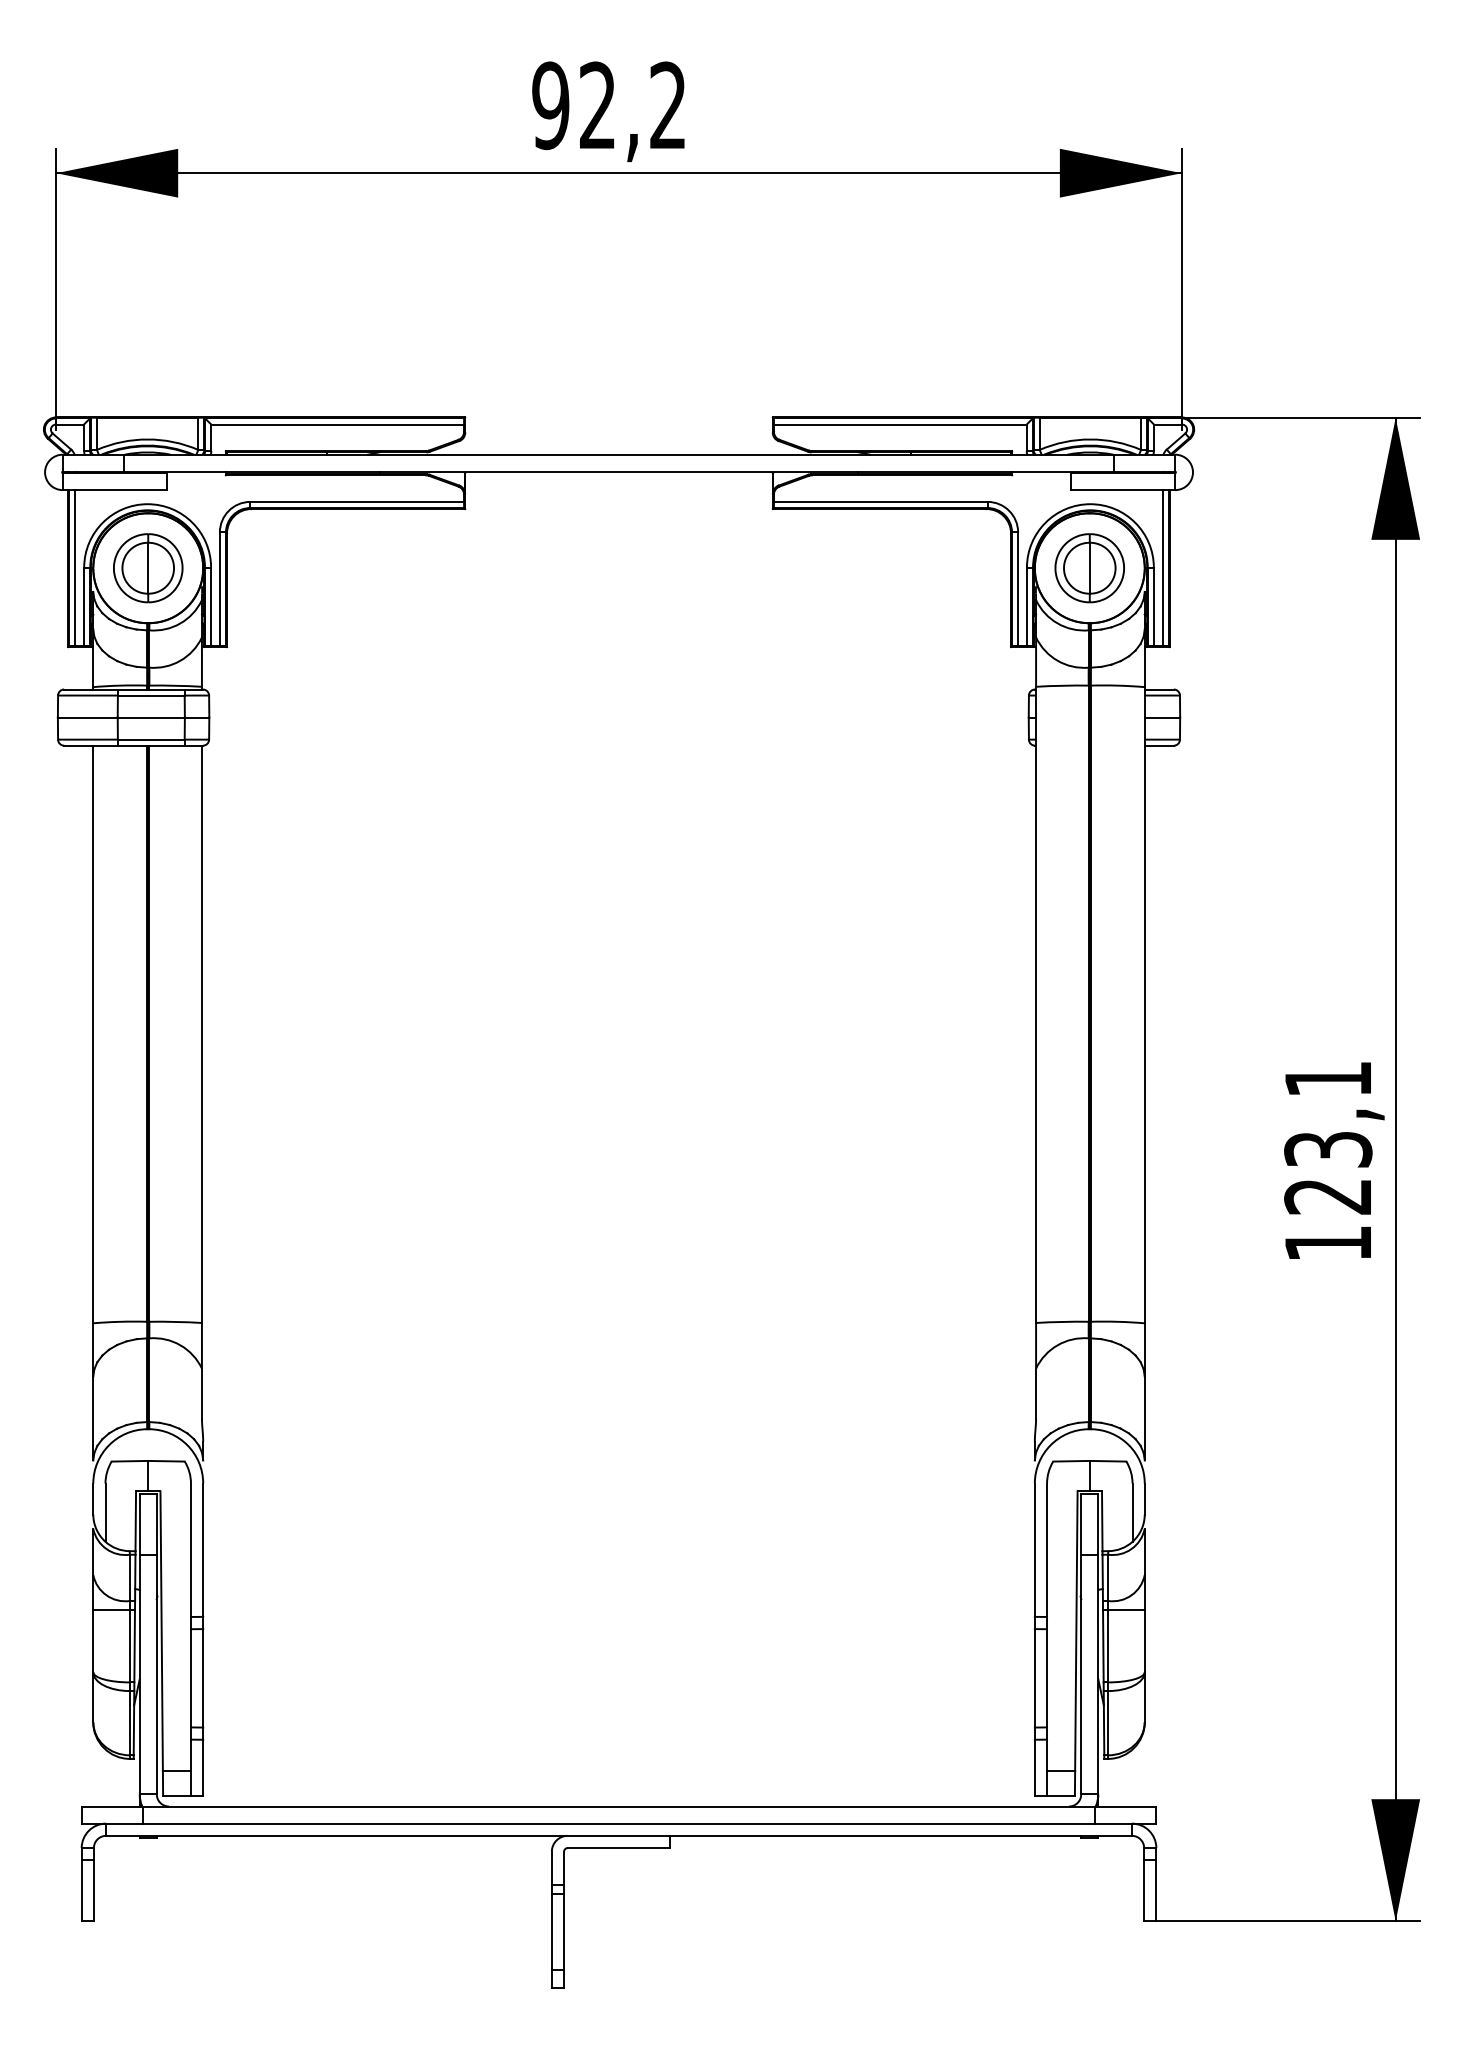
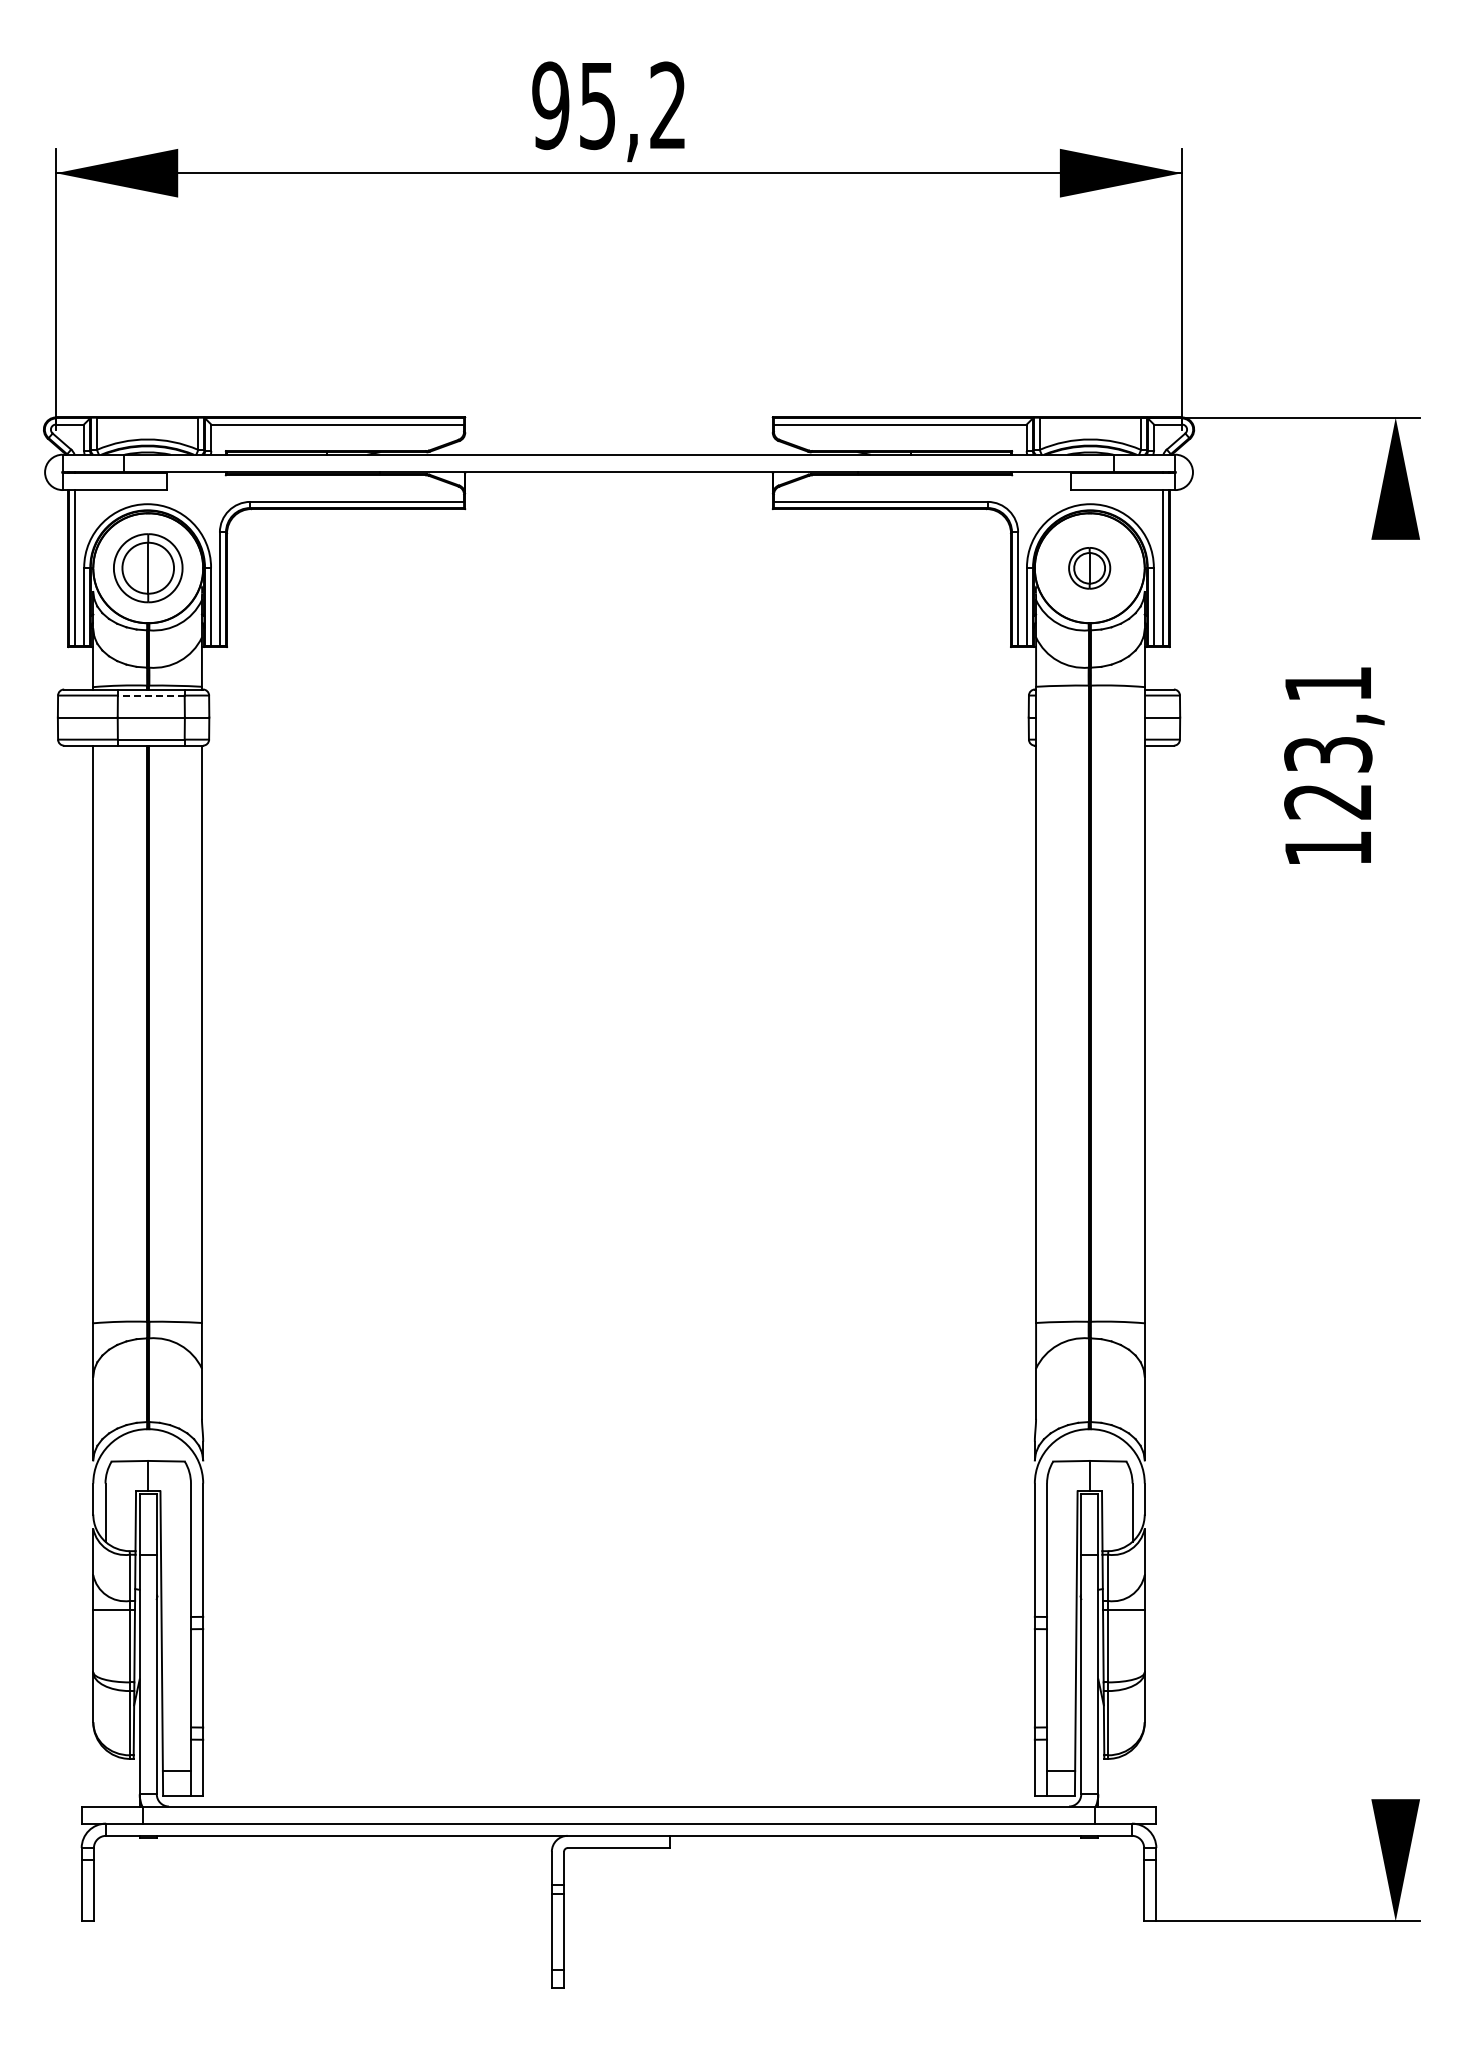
text at (597, 105): 92,2 -> 95,2
part at (1089, 568) size: 71x71 px -> 44x43 px
line at (150, 695): solid -> dashed
text at (1334, 1160) position: (1334, 1160) -> (1334, 765)
line at (1395, 1169): present -> none
